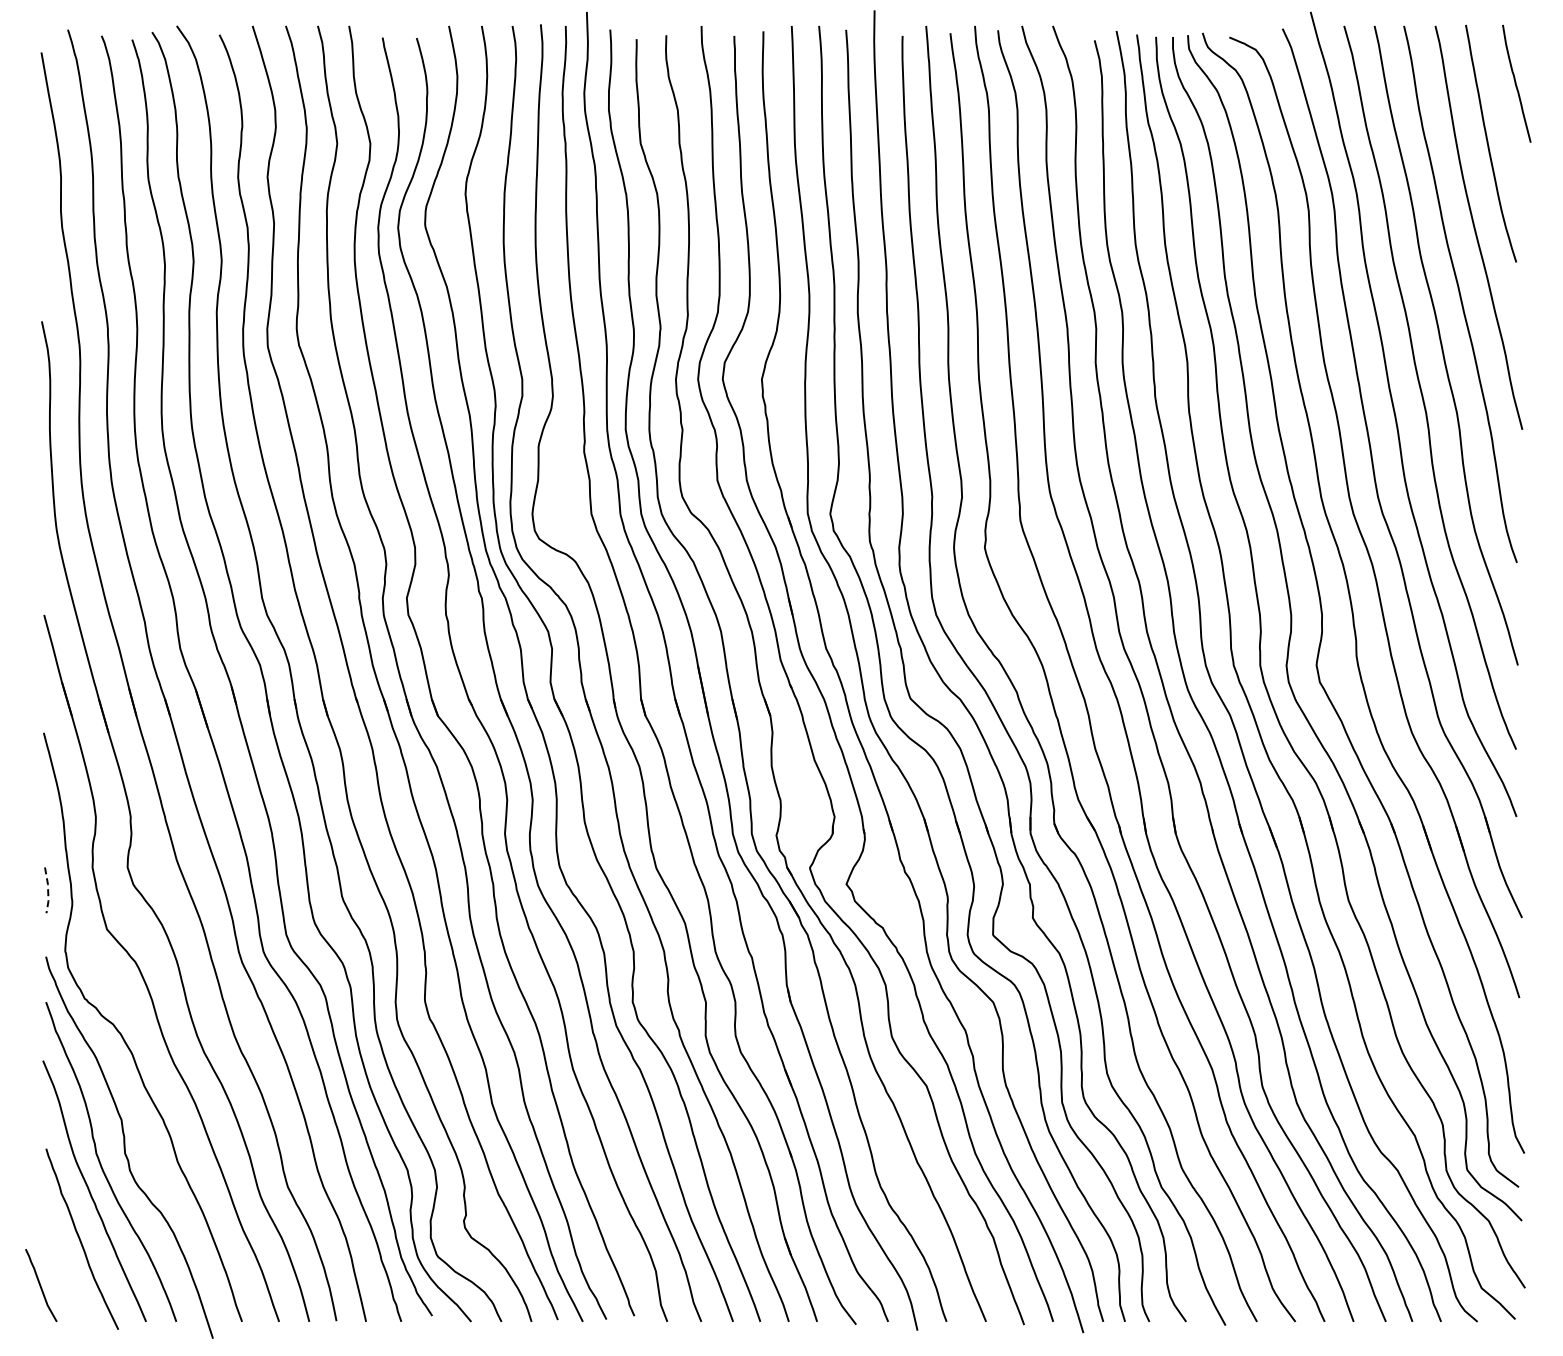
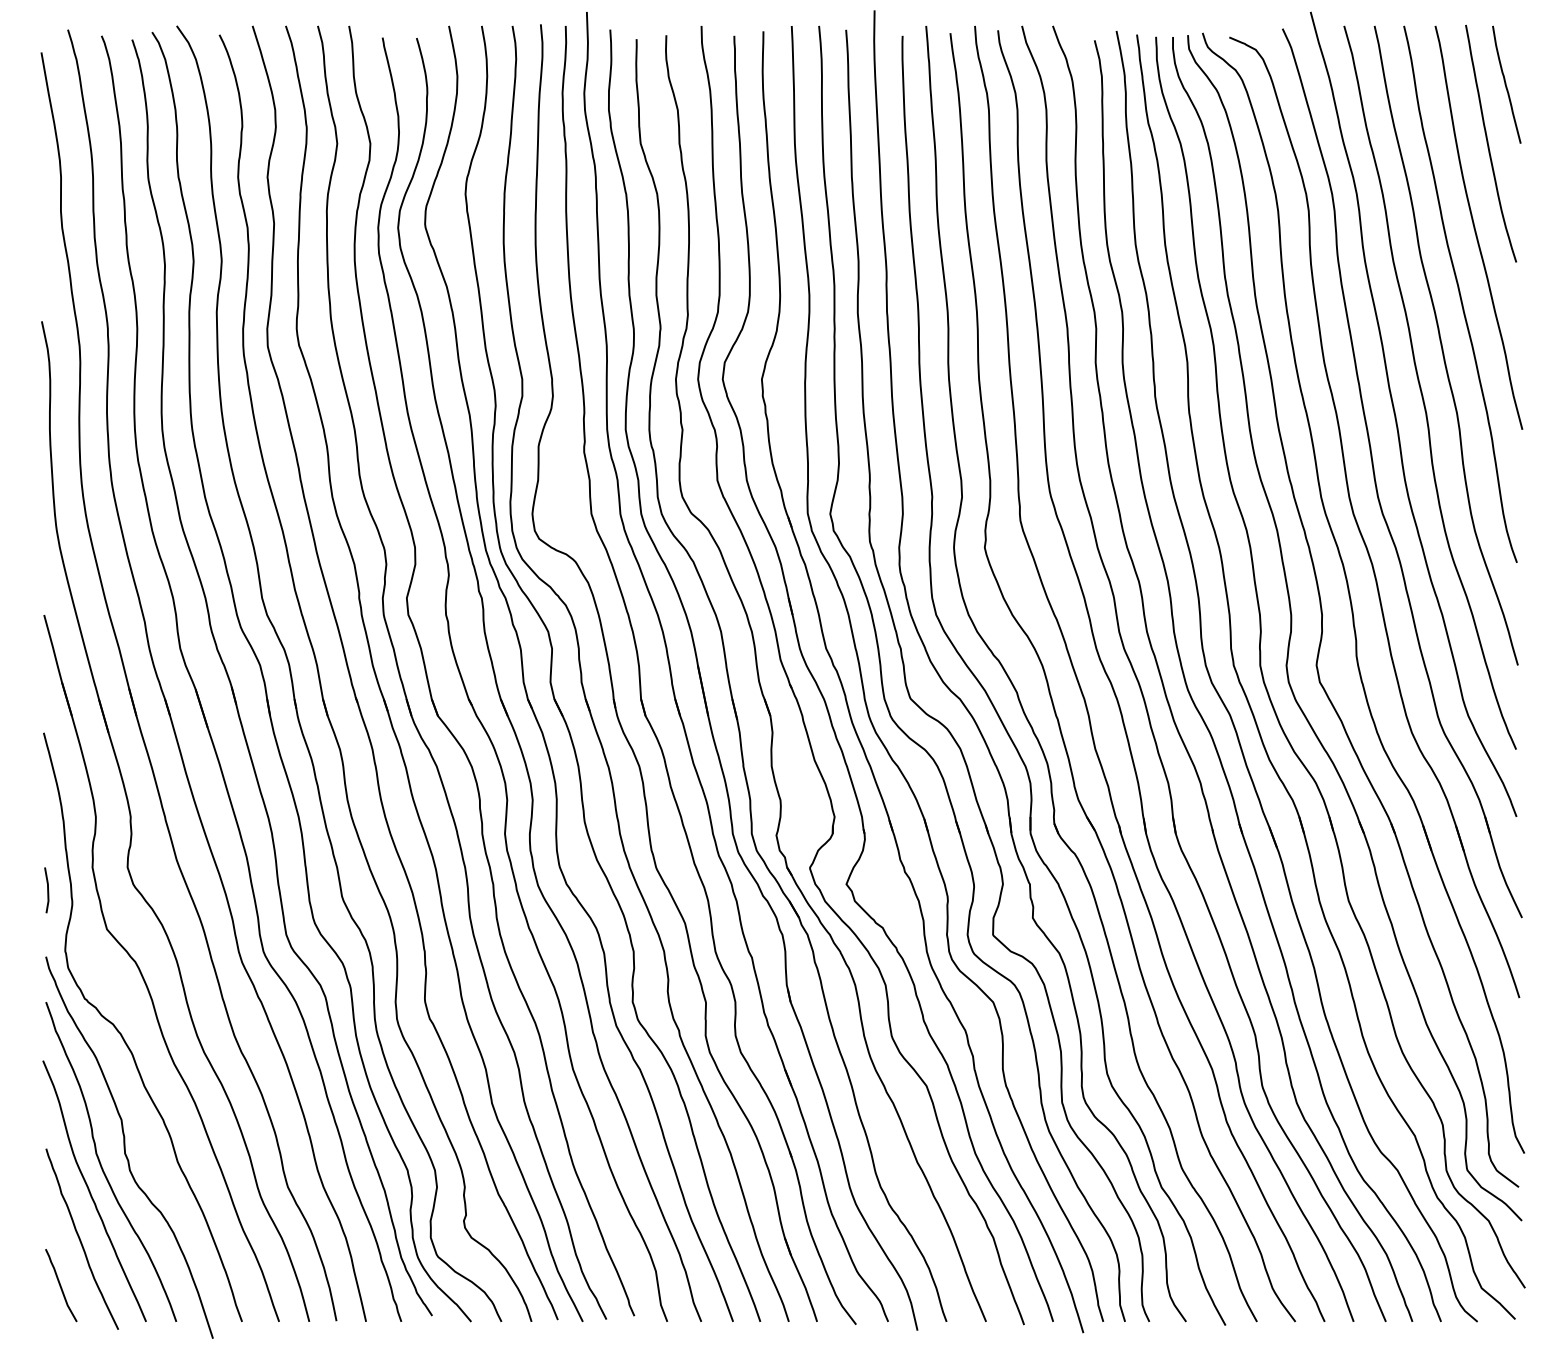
curve at (1516, 83) position: (1516, 83) -> (1506, 84)
line at (48, 890): dashed -> solid
curve at (41, 1285) position: (41, 1285) -> (61, 1285)
